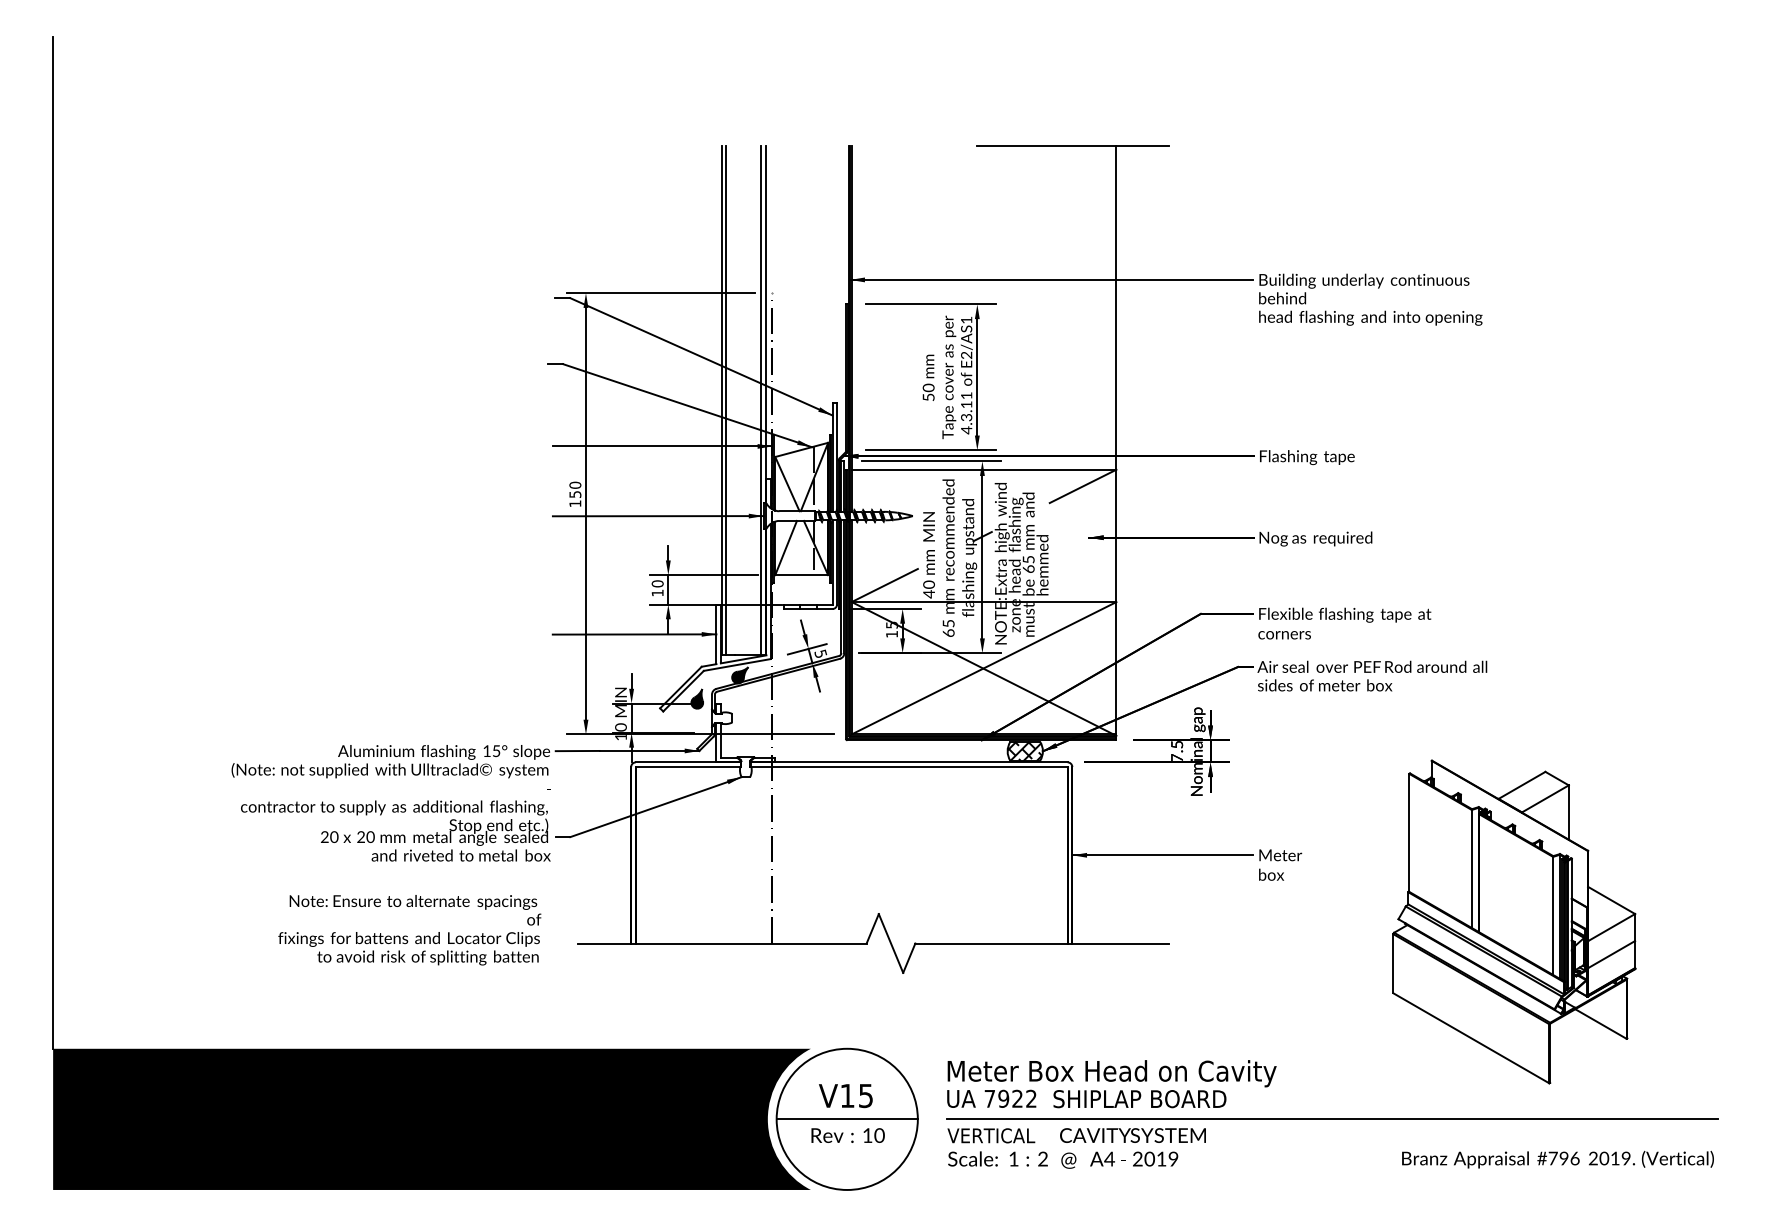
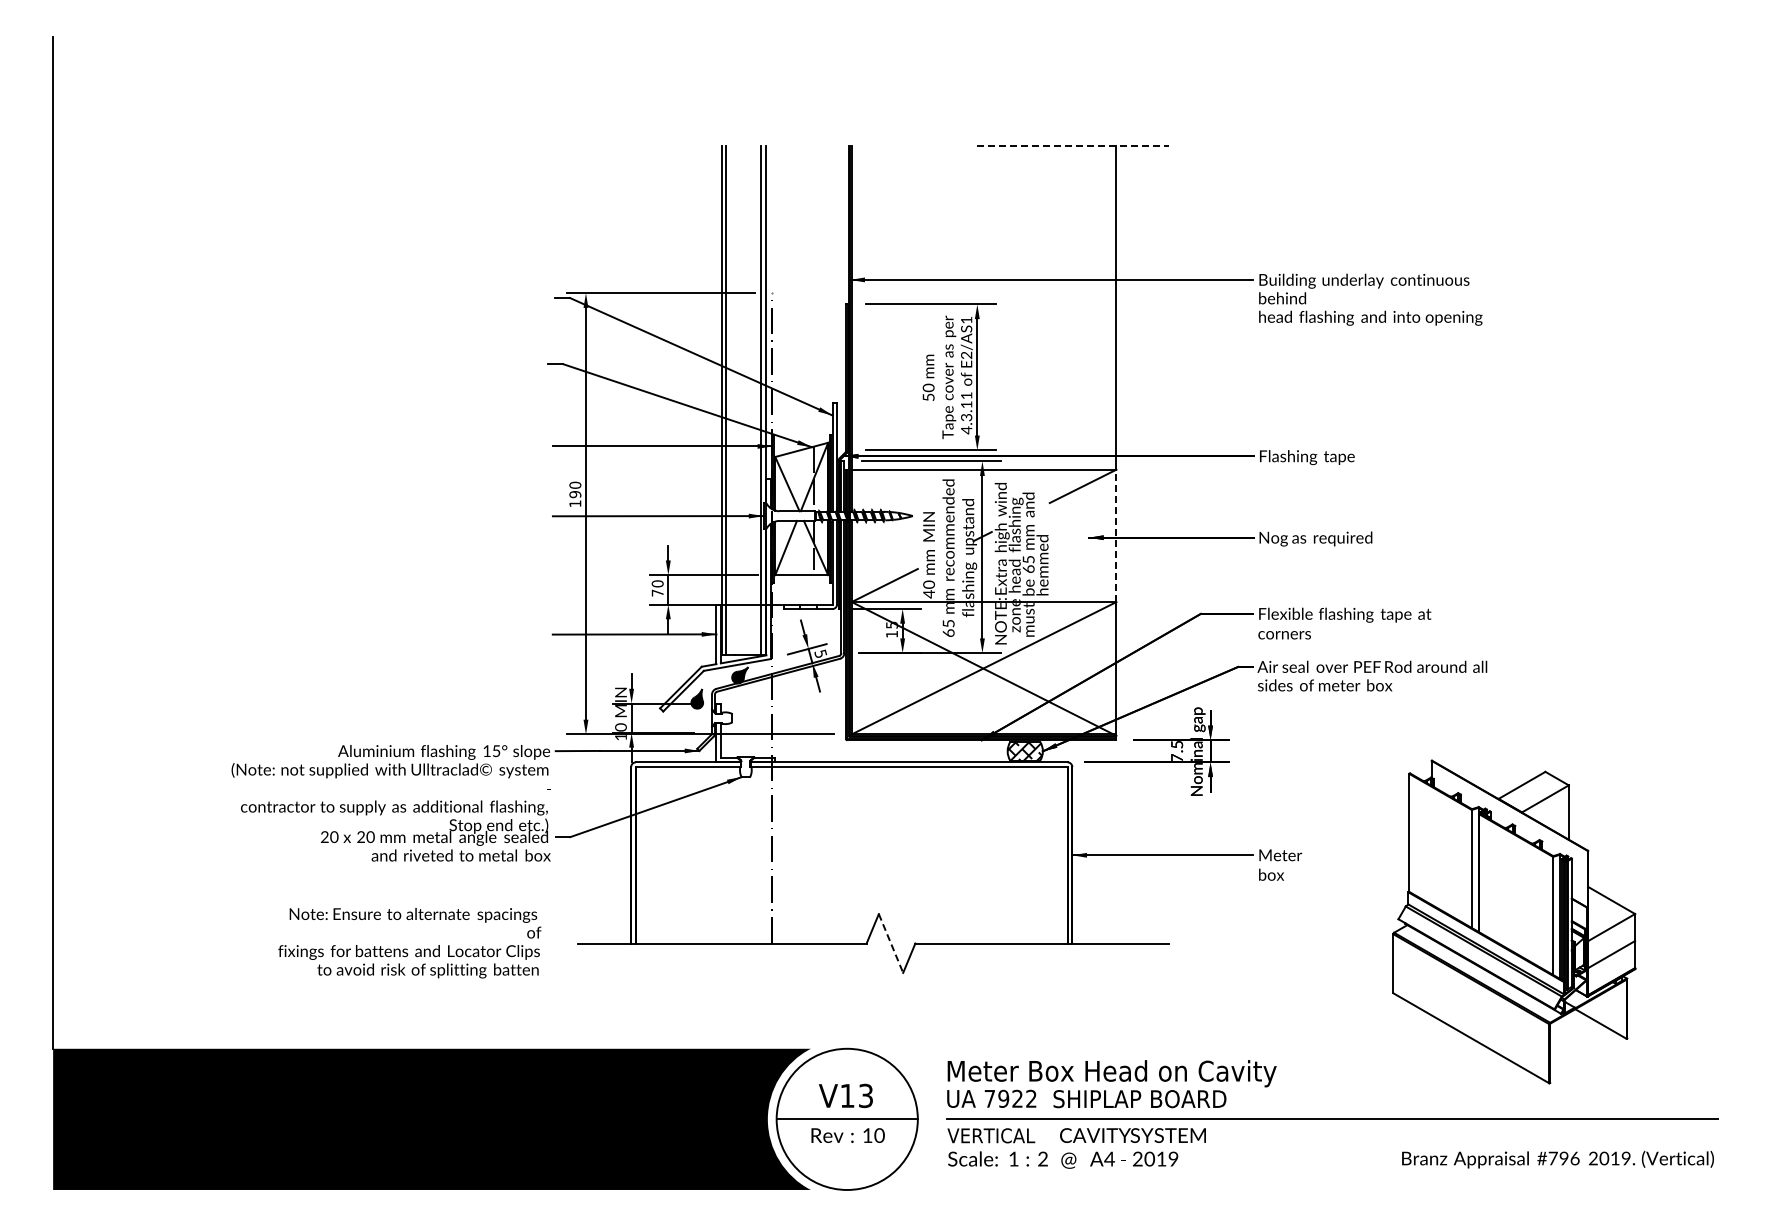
line at (1073, 145): solid -> dashed
text at (574, 494): 150 -> 190
line at (1116, 535): solid -> dashed
text at (657, 592): 10 -> 70
text at (409, 930) position: (409, 930) -> (409, 943)
line at (891, 943): solid -> dashed
text at (865, 1095): V15 -> V13
